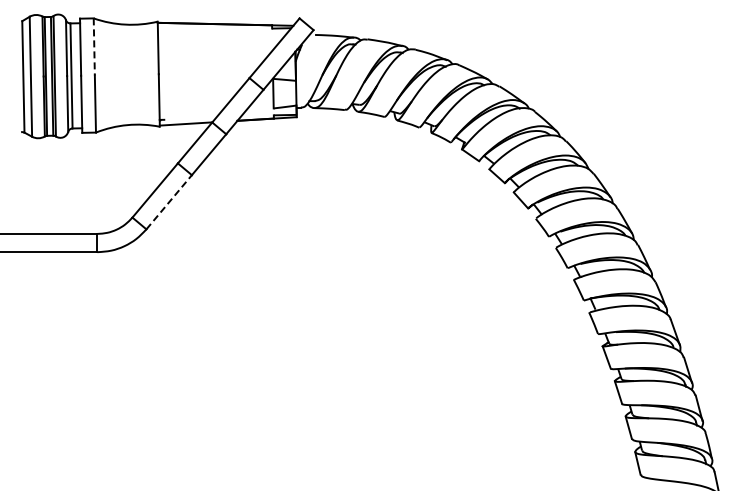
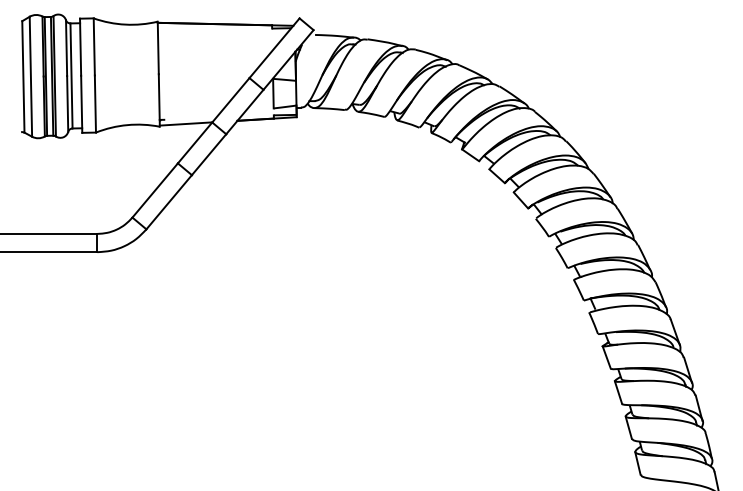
line at (94, 46): dashed -> solid
line at (169, 201): dashed -> solid
